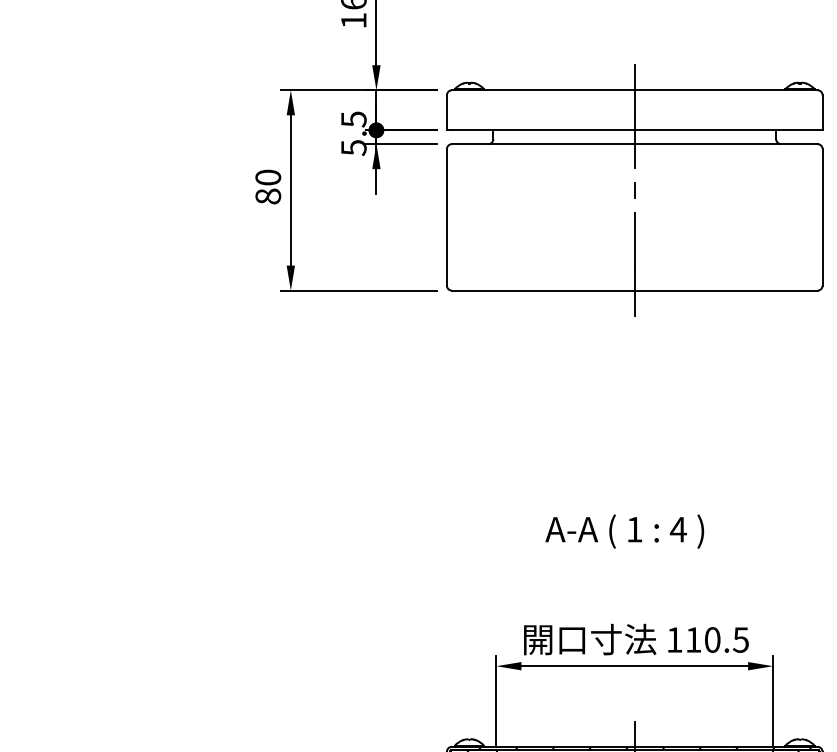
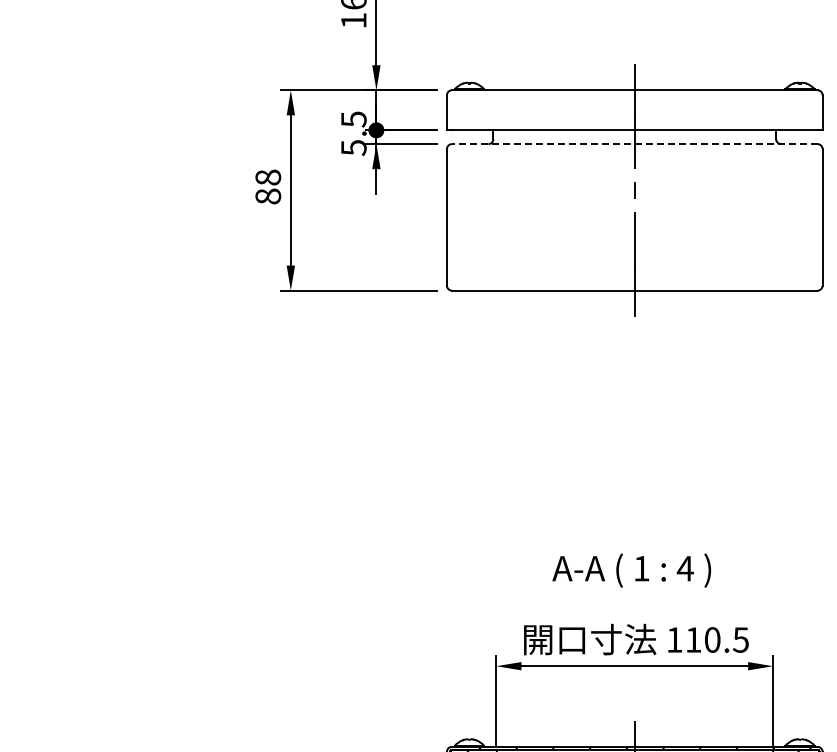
line at (634, 144): solid -> dashed
text at (268, 177): 80 -> 88
text at (624, 531) position: (624, 531) -> (631, 570)
